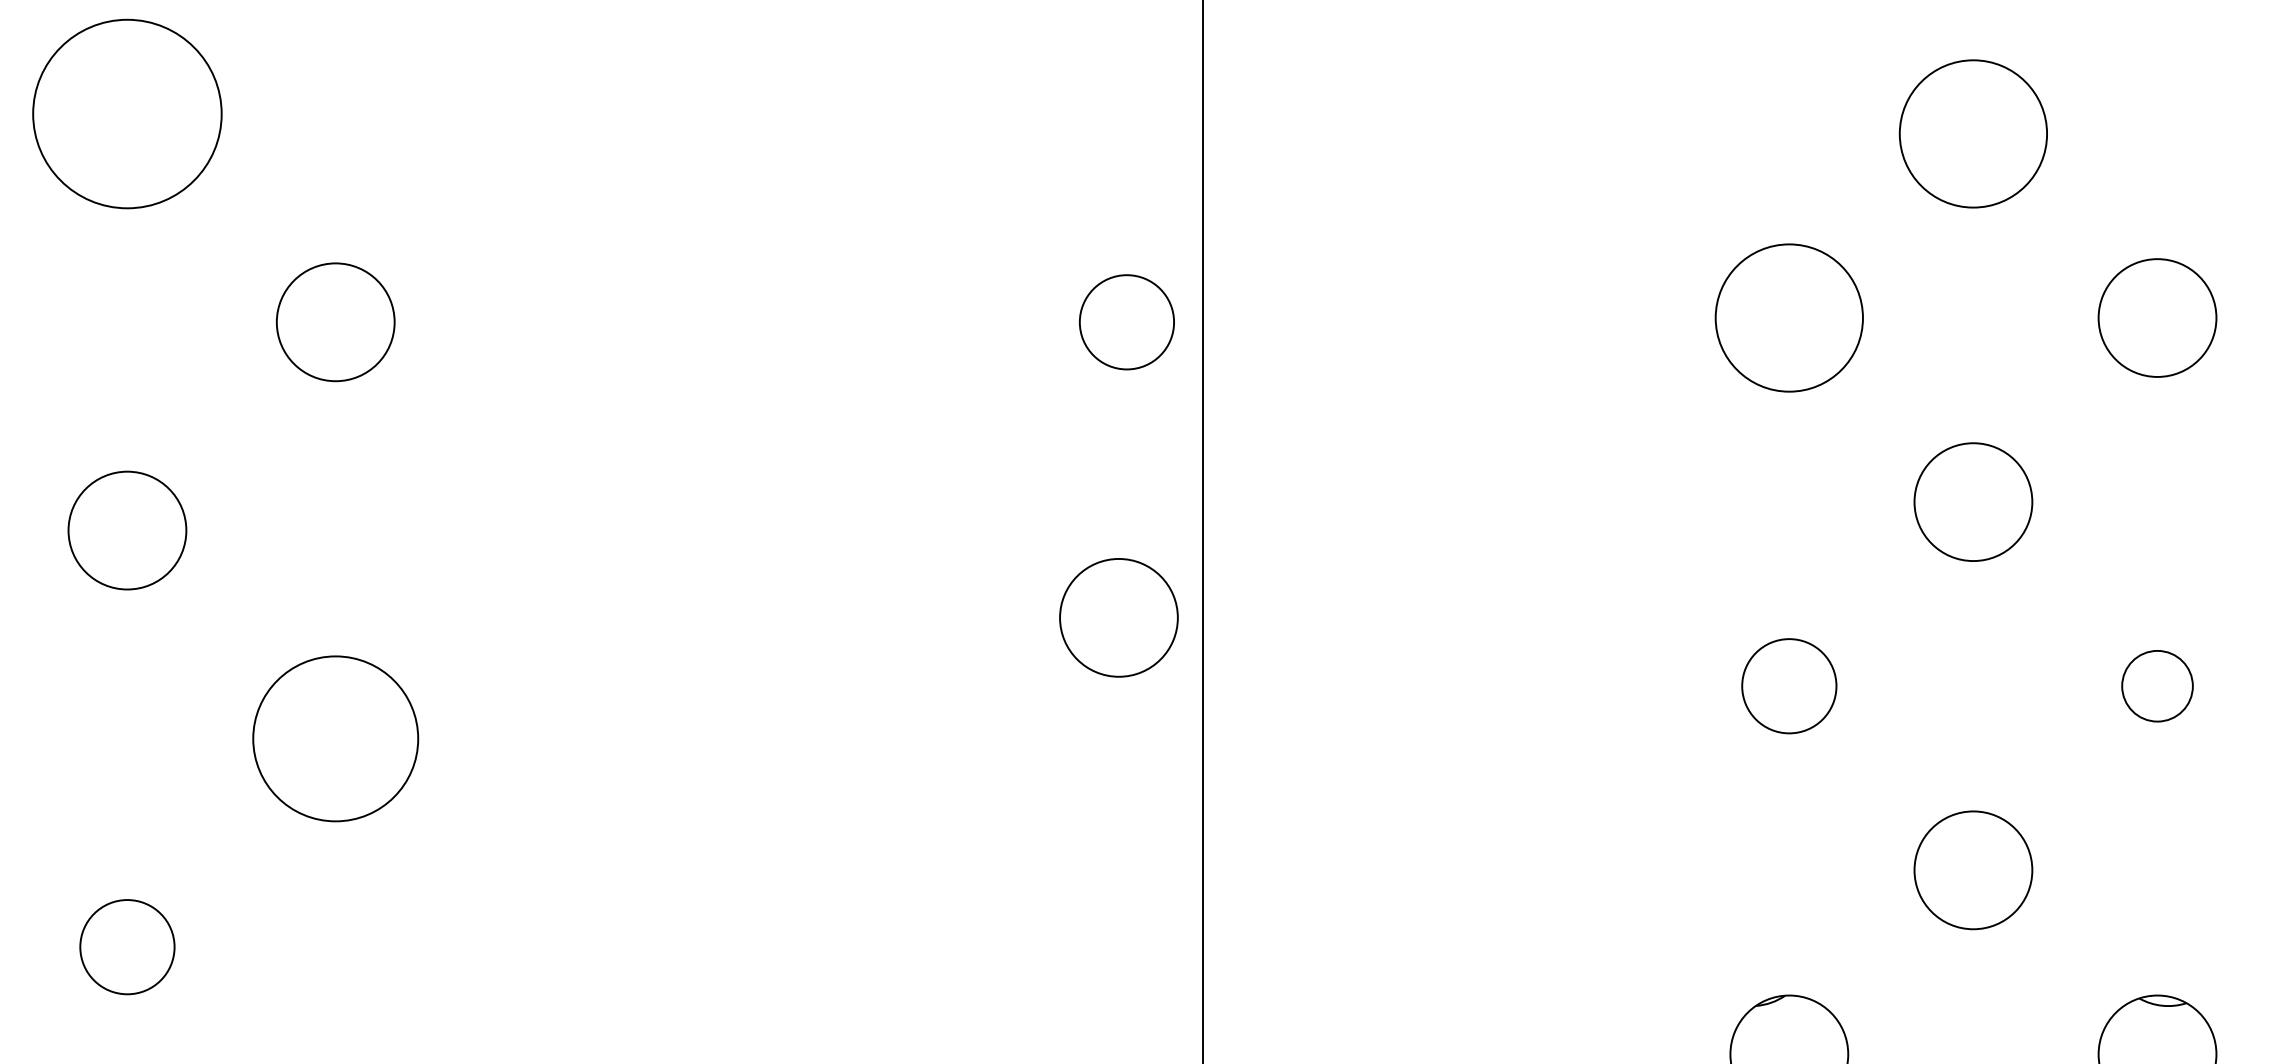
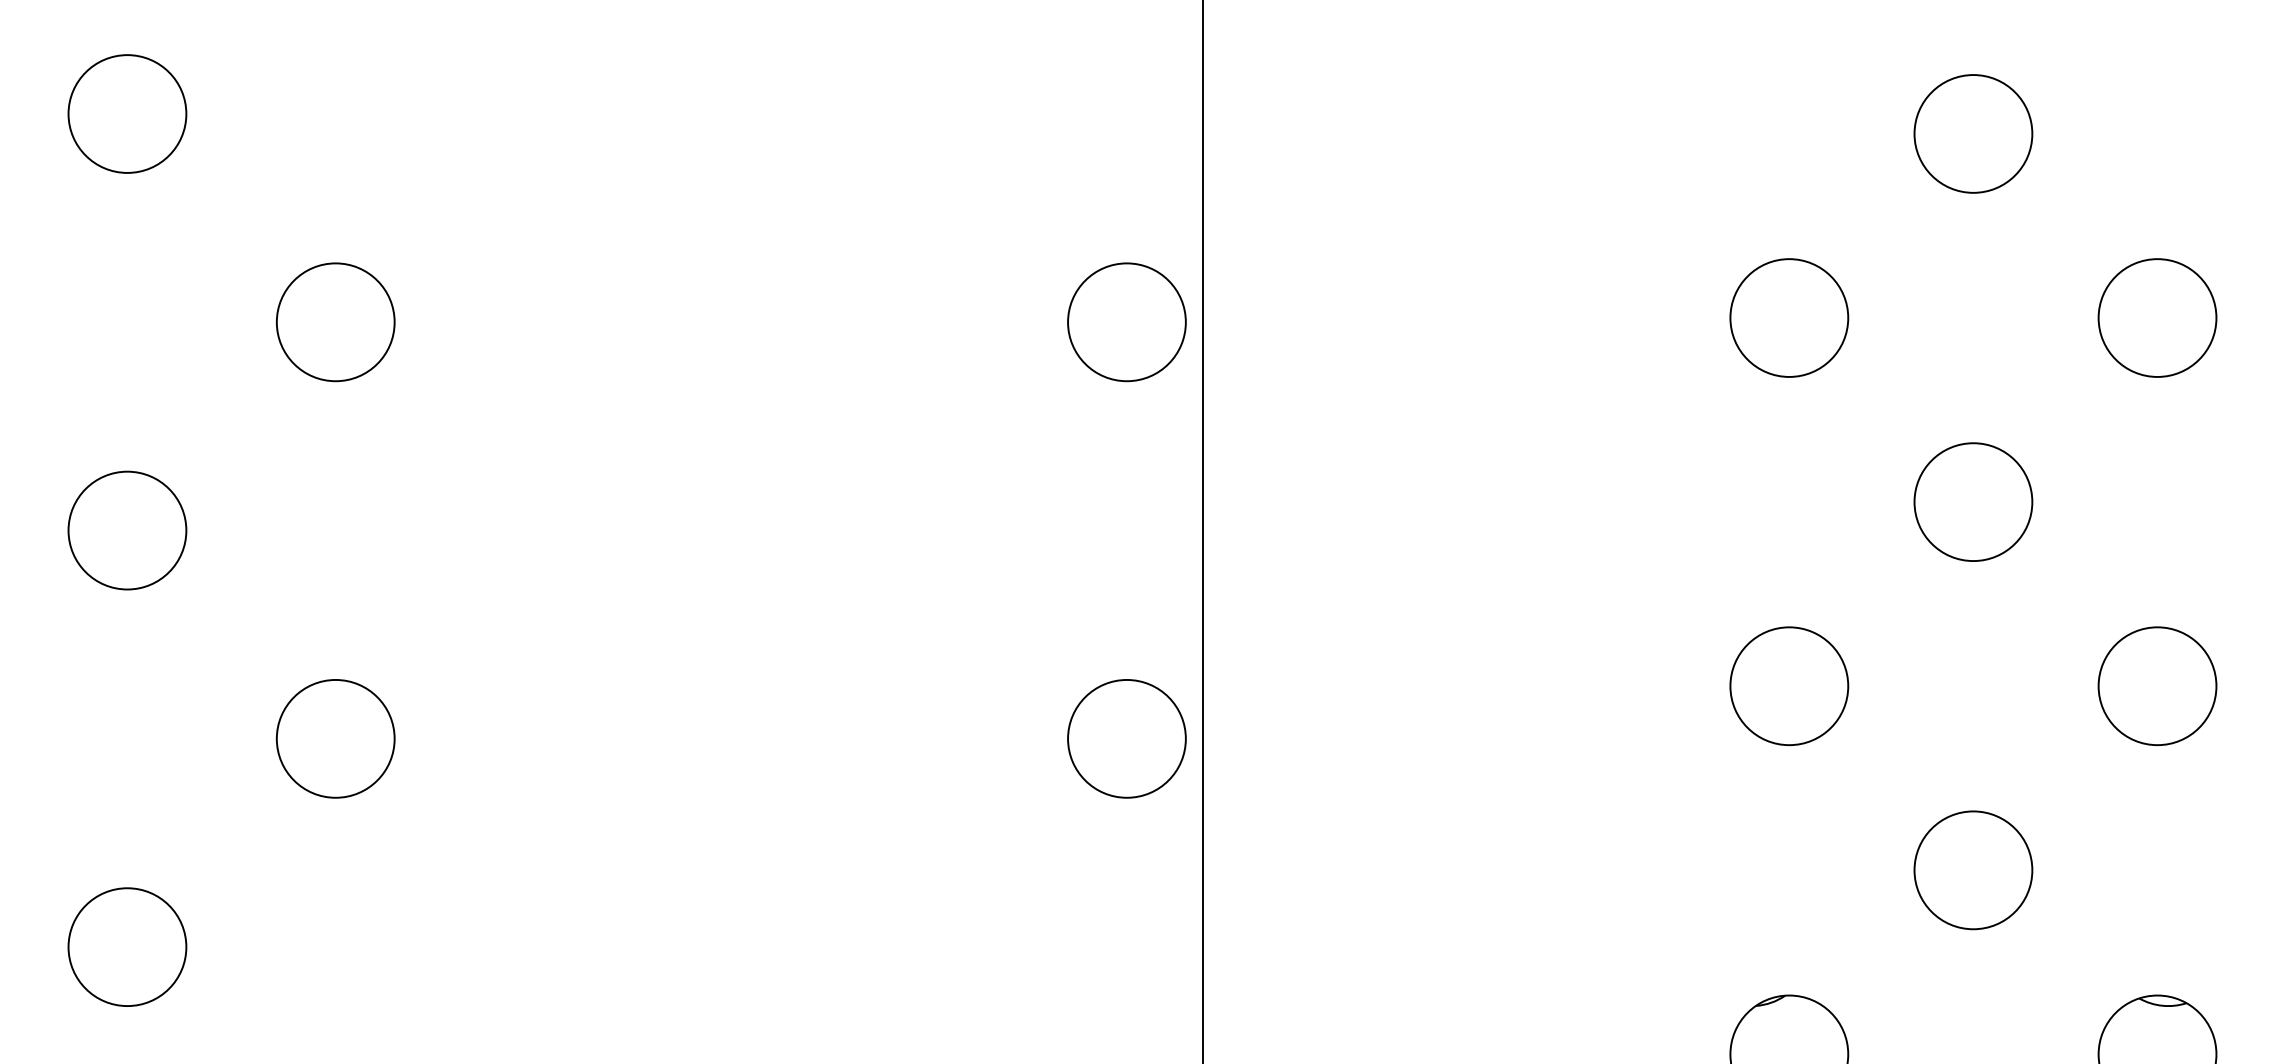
circle at (127, 113) size: 191x192 px -> 121x120 px
circle at (1973, 133) diameter: 147 px -> 118 px
circle at (1788, 317) diameter: 147 px -> 118 px
circle at (1126, 322) diameter: 94 px -> 118 px
circle at (1118, 617) position: (1118, 617) -> (1126, 738)
circle at (2157, 685) diameter: 71 px -> 118 px
circle at (1789, 686) diameter: 94 px -> 118 px
circle at (335, 738) diameter: 165 px -> 118 px
circle at (127, 947) diameter: 94 px -> 118 px
